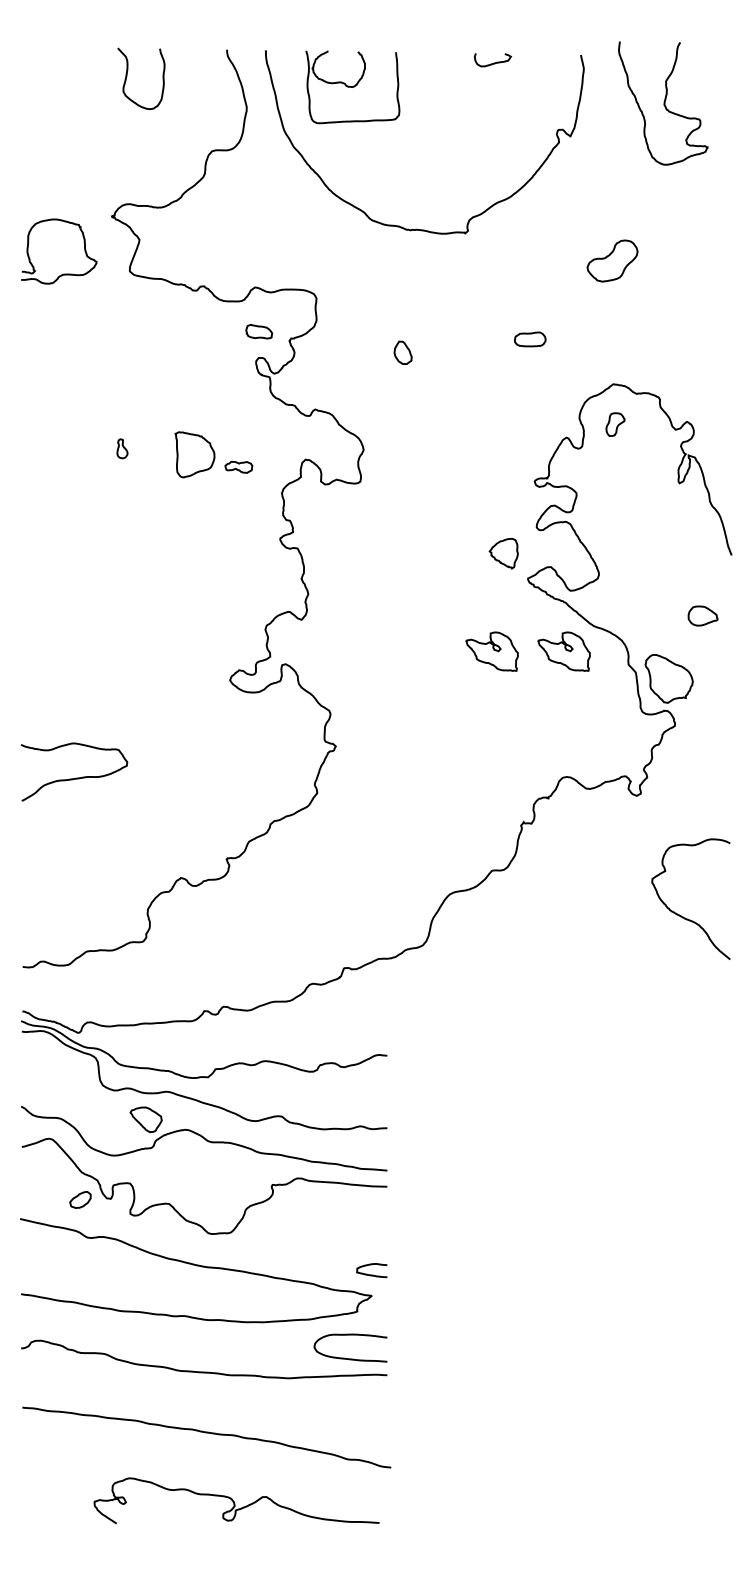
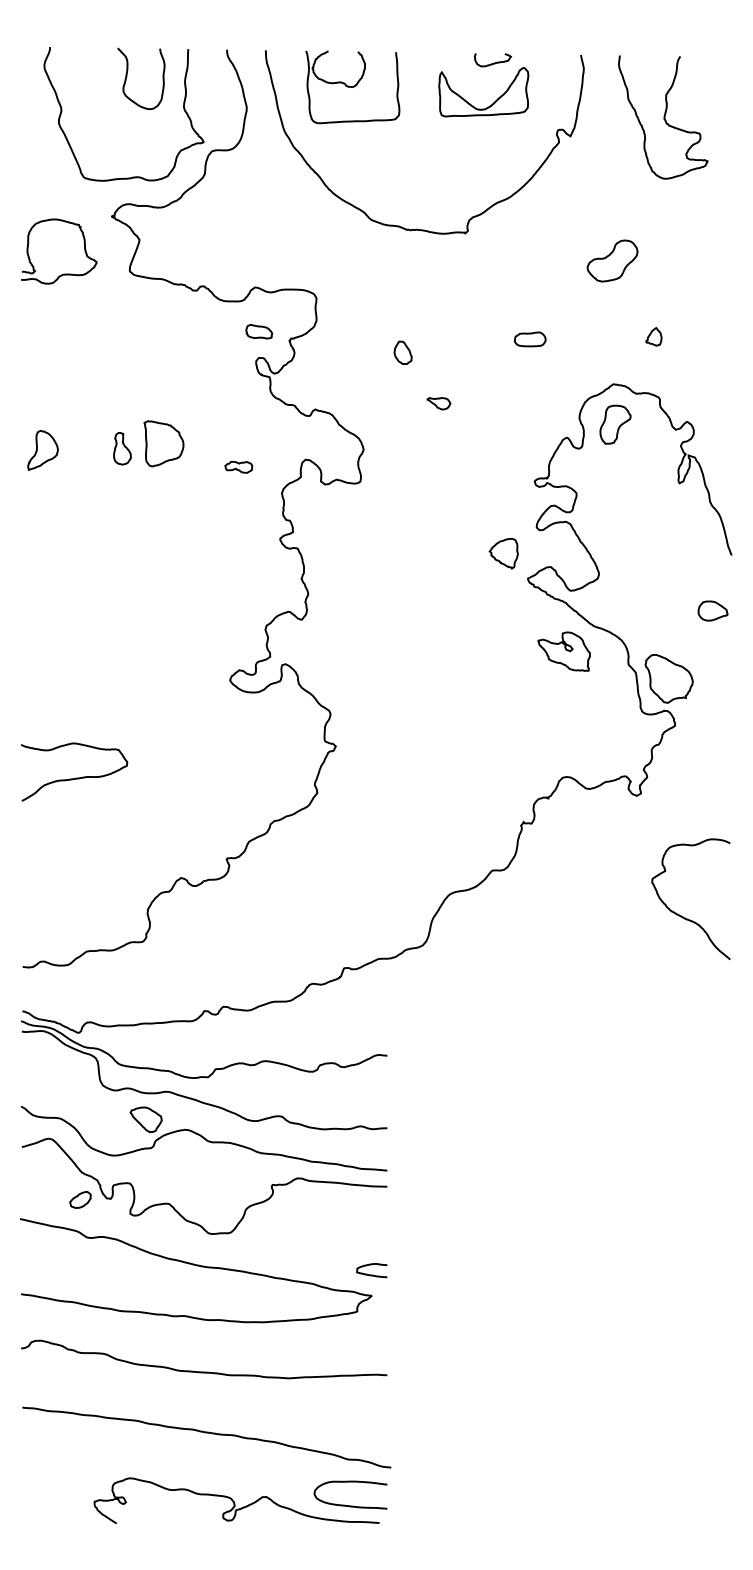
part at (493, 102): none -> present
curve at (663, 103) position: (663, 103) -> (663, 117)
curve at (183, 109): none -> present
part at (653, 336): none -> present
part at (438, 403): none -> present
part at (615, 424) size: 21x25 px -> 33x41 px
part at (122, 448) size: 13x22 px -> 19x34 px
part at (42, 450): none -> present
part at (194, 454) position: (194, 454) -> (163, 443)
part at (702, 615) position: (702, 615) -> (712, 610)
part at (491, 651): present -> none
curve at (350, 1358) position: (350, 1358) -> (350, 1505)
